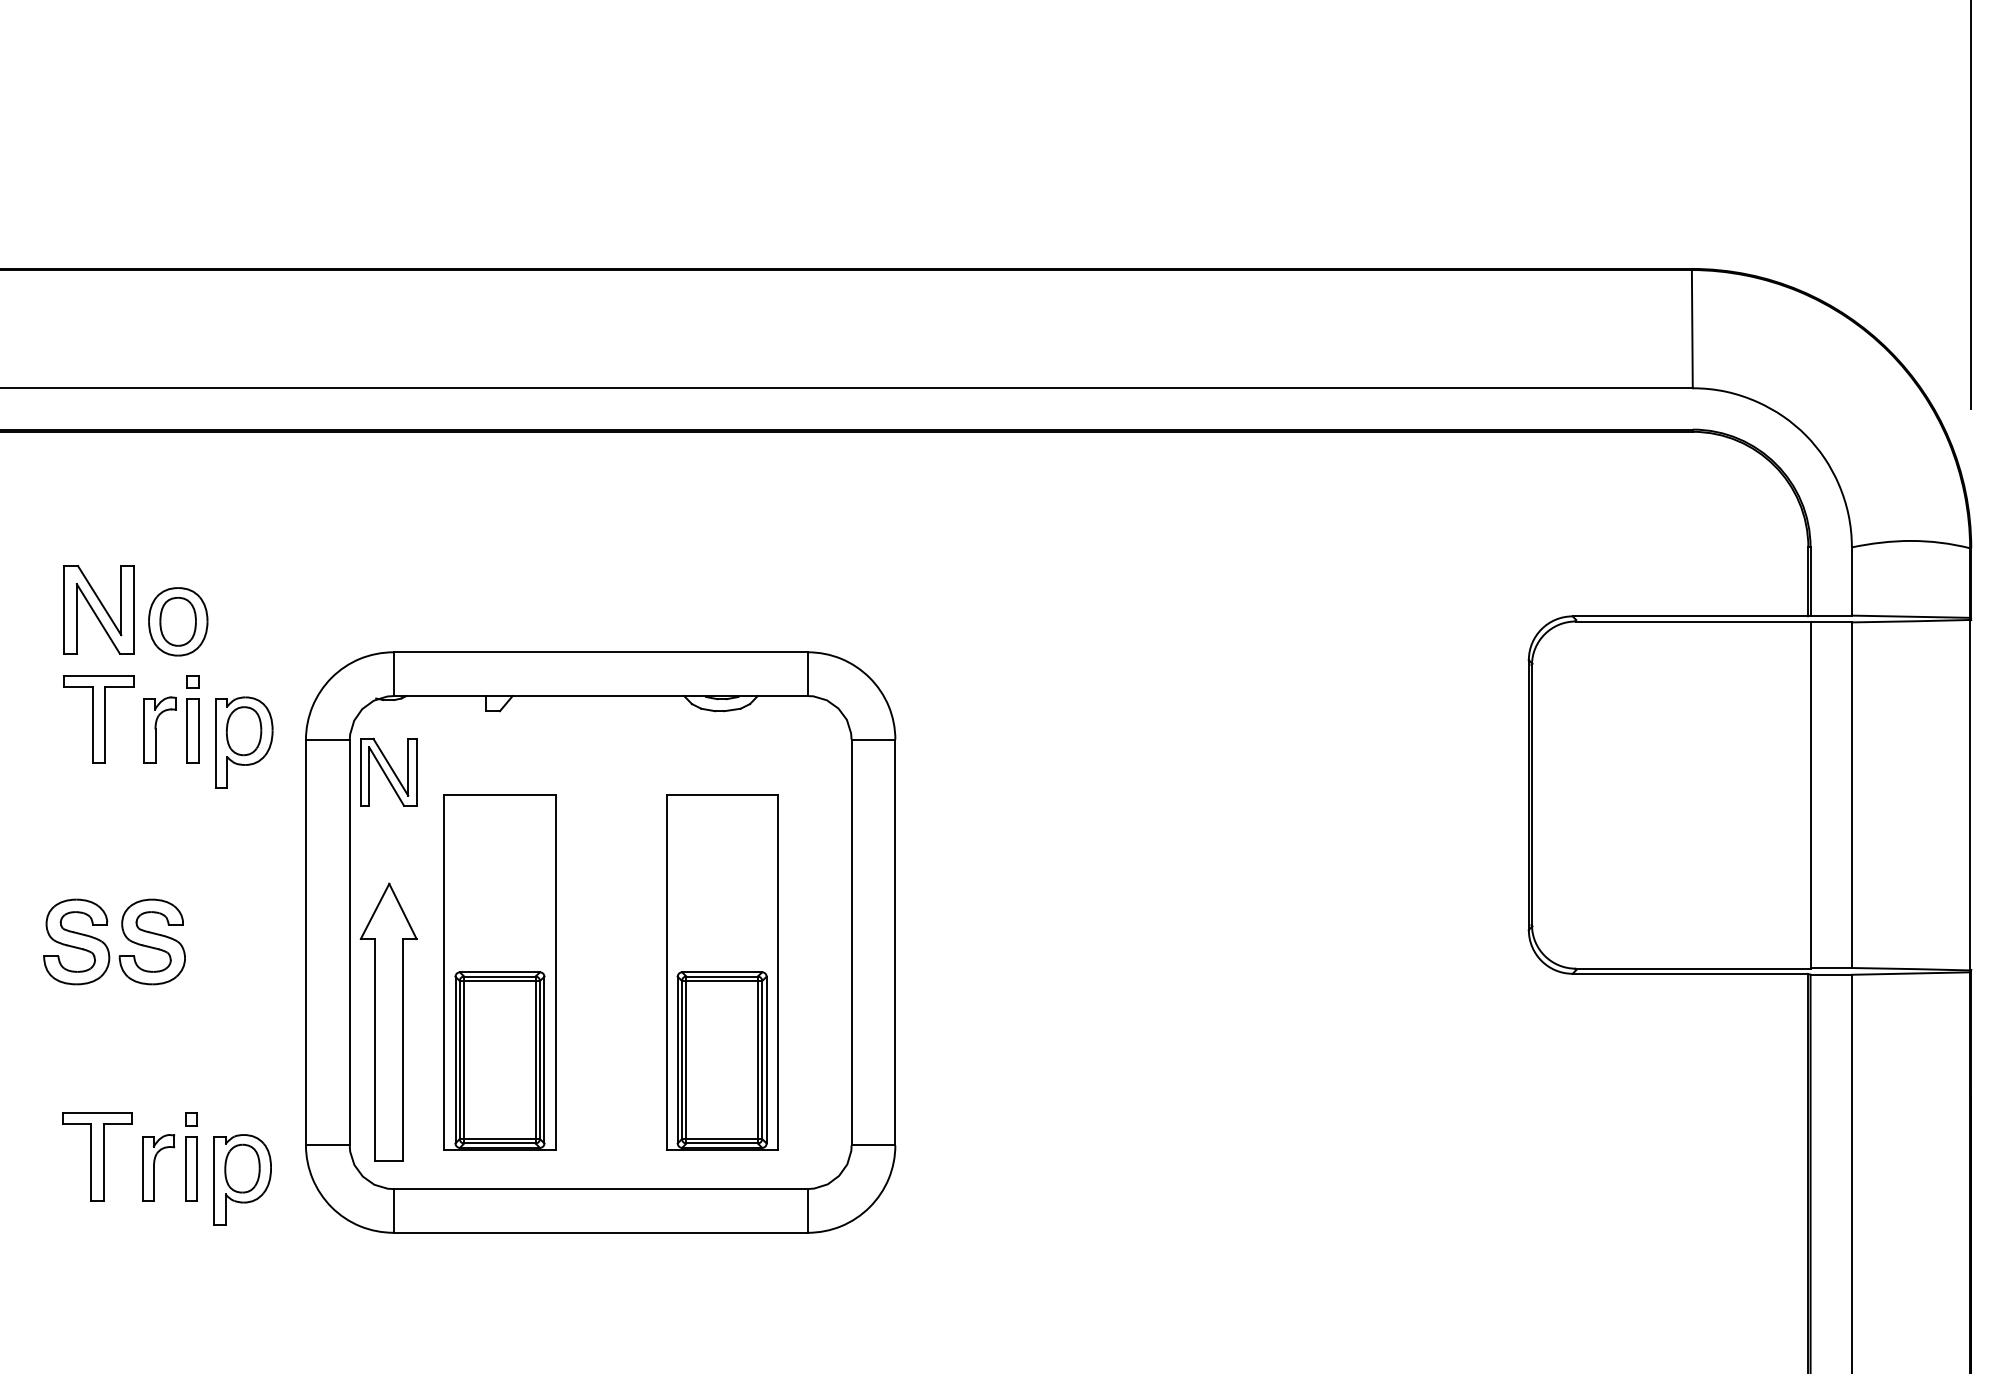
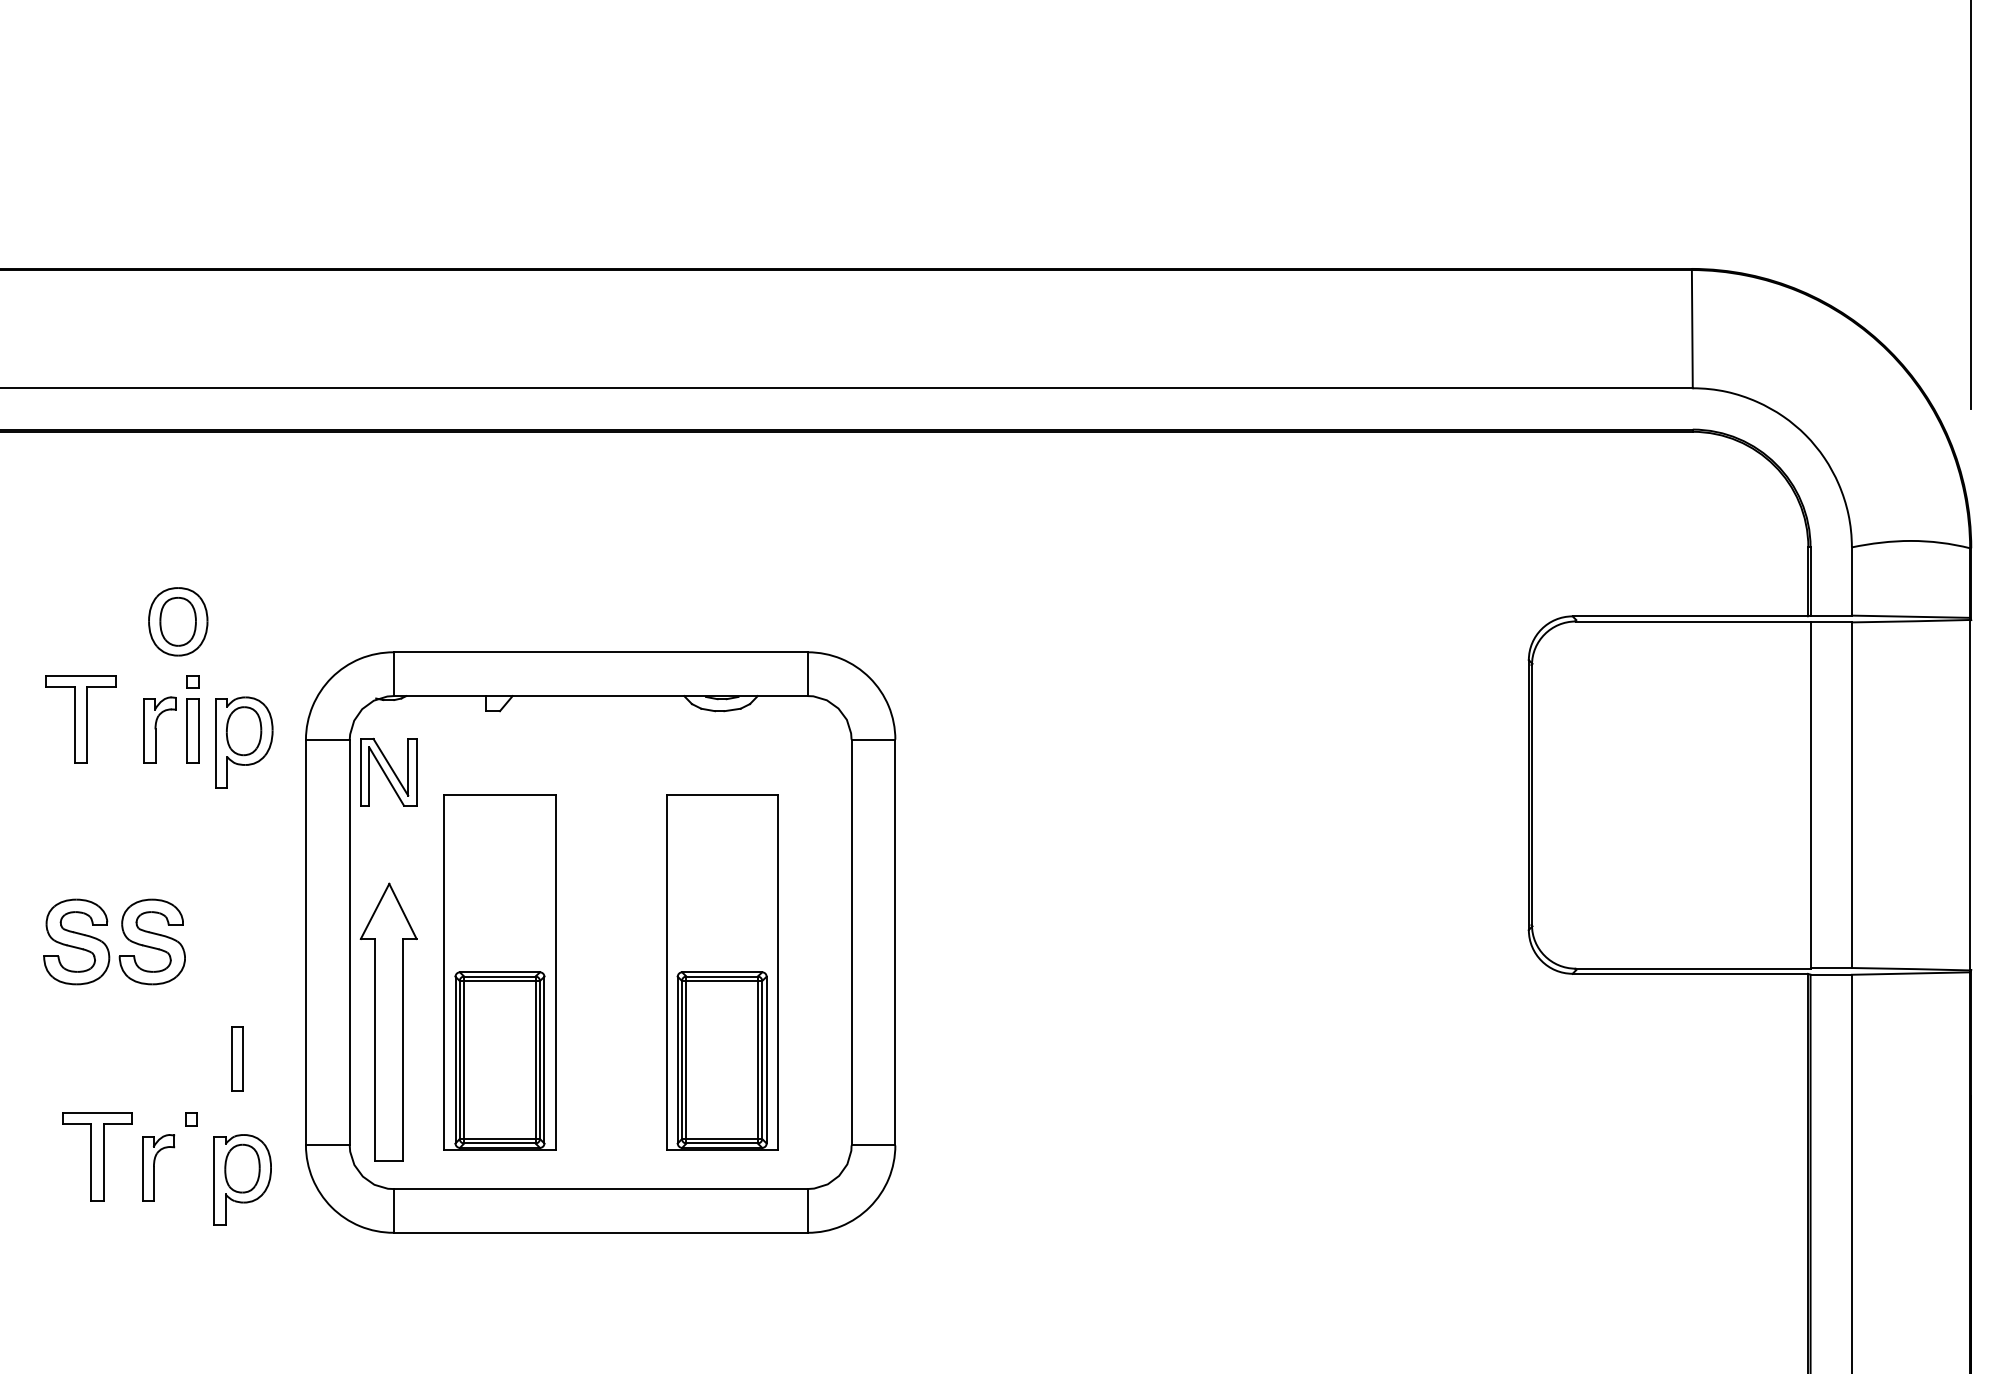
part at (98, 609): present -> none
part at (98, 719) position: (98, 719) -> (80, 719)
part at (191, 1168) position: (191, 1168) -> (237, 1058)
